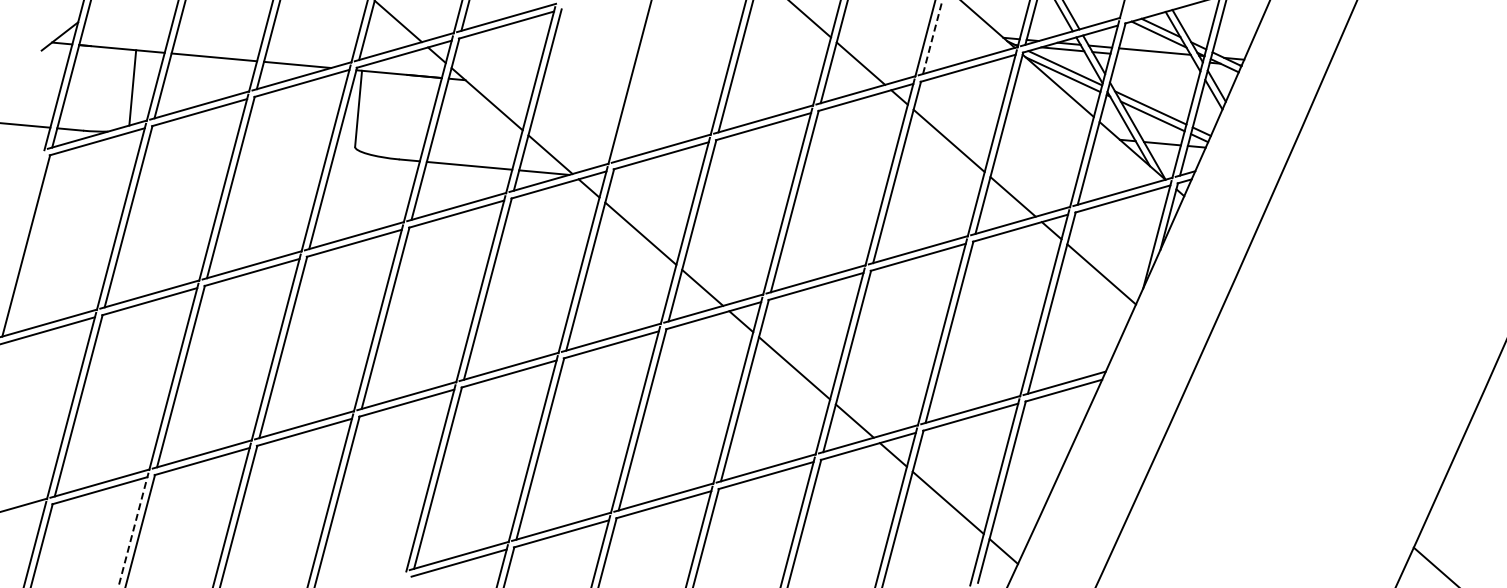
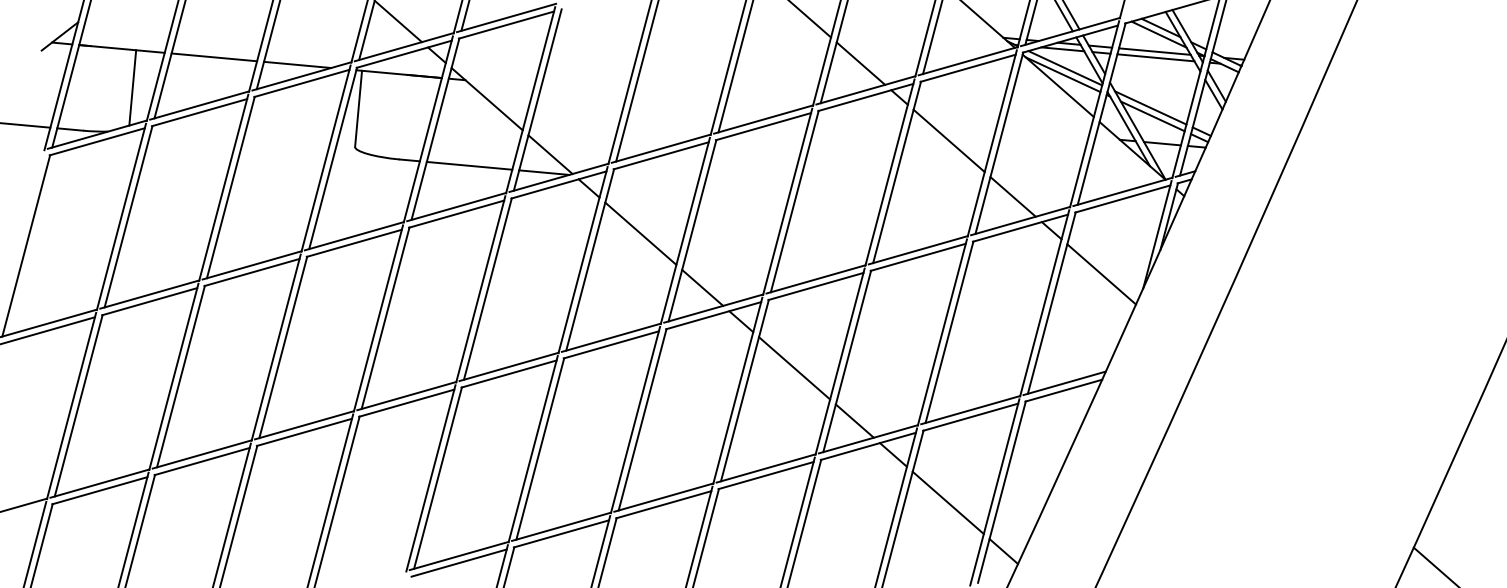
line at (932, 37): dashed -> solid
line at (1155, 57): none -> present
line at (637, 81): none -> present
line at (133, 529): dashed -> solid
